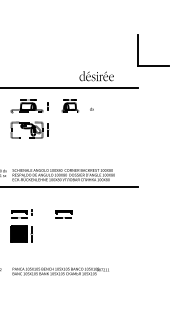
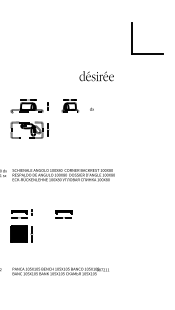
part at (138, 50) position: (138, 50) -> (132, 38)
line at (69, 88): present -> none
line at (69, 186): present -> none
